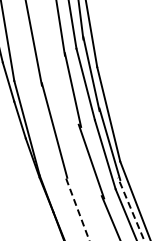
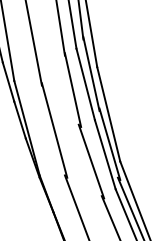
line at (77, 207): dashed -> solid
line at (131, 208): dashed -> solid
